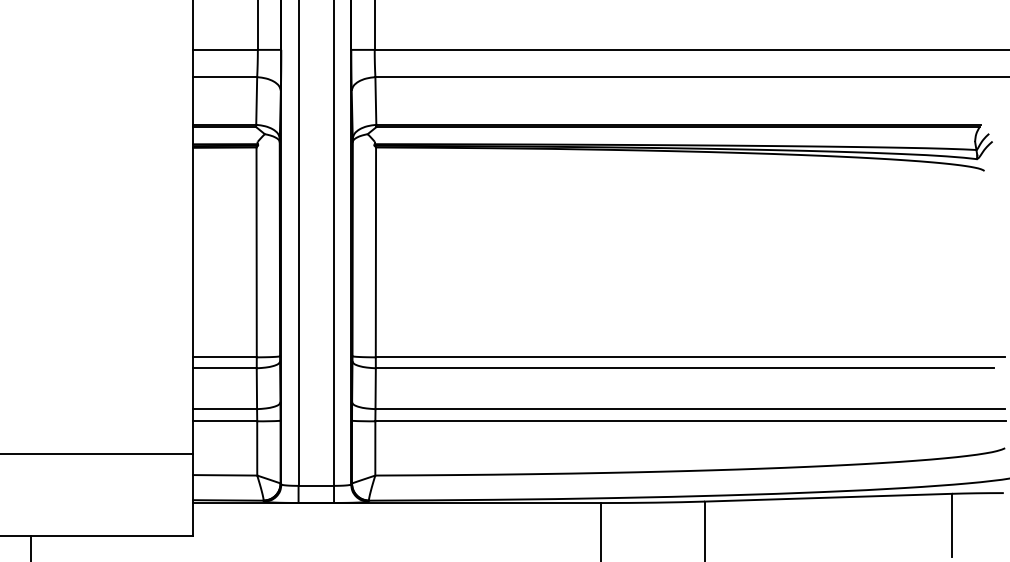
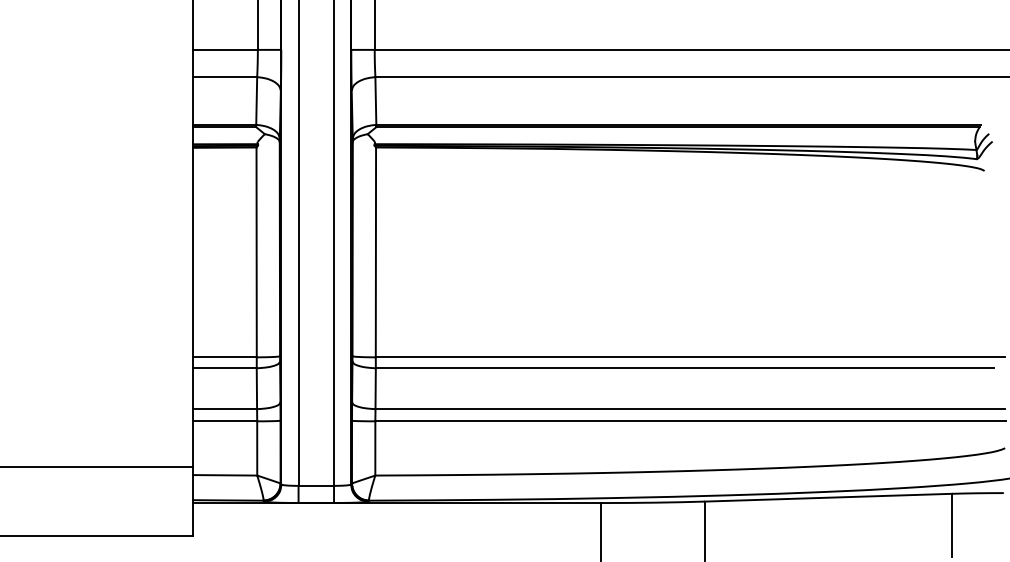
line at (97, 454) position: (97, 454) -> (97, 467)
line at (31, 546): present -> none
